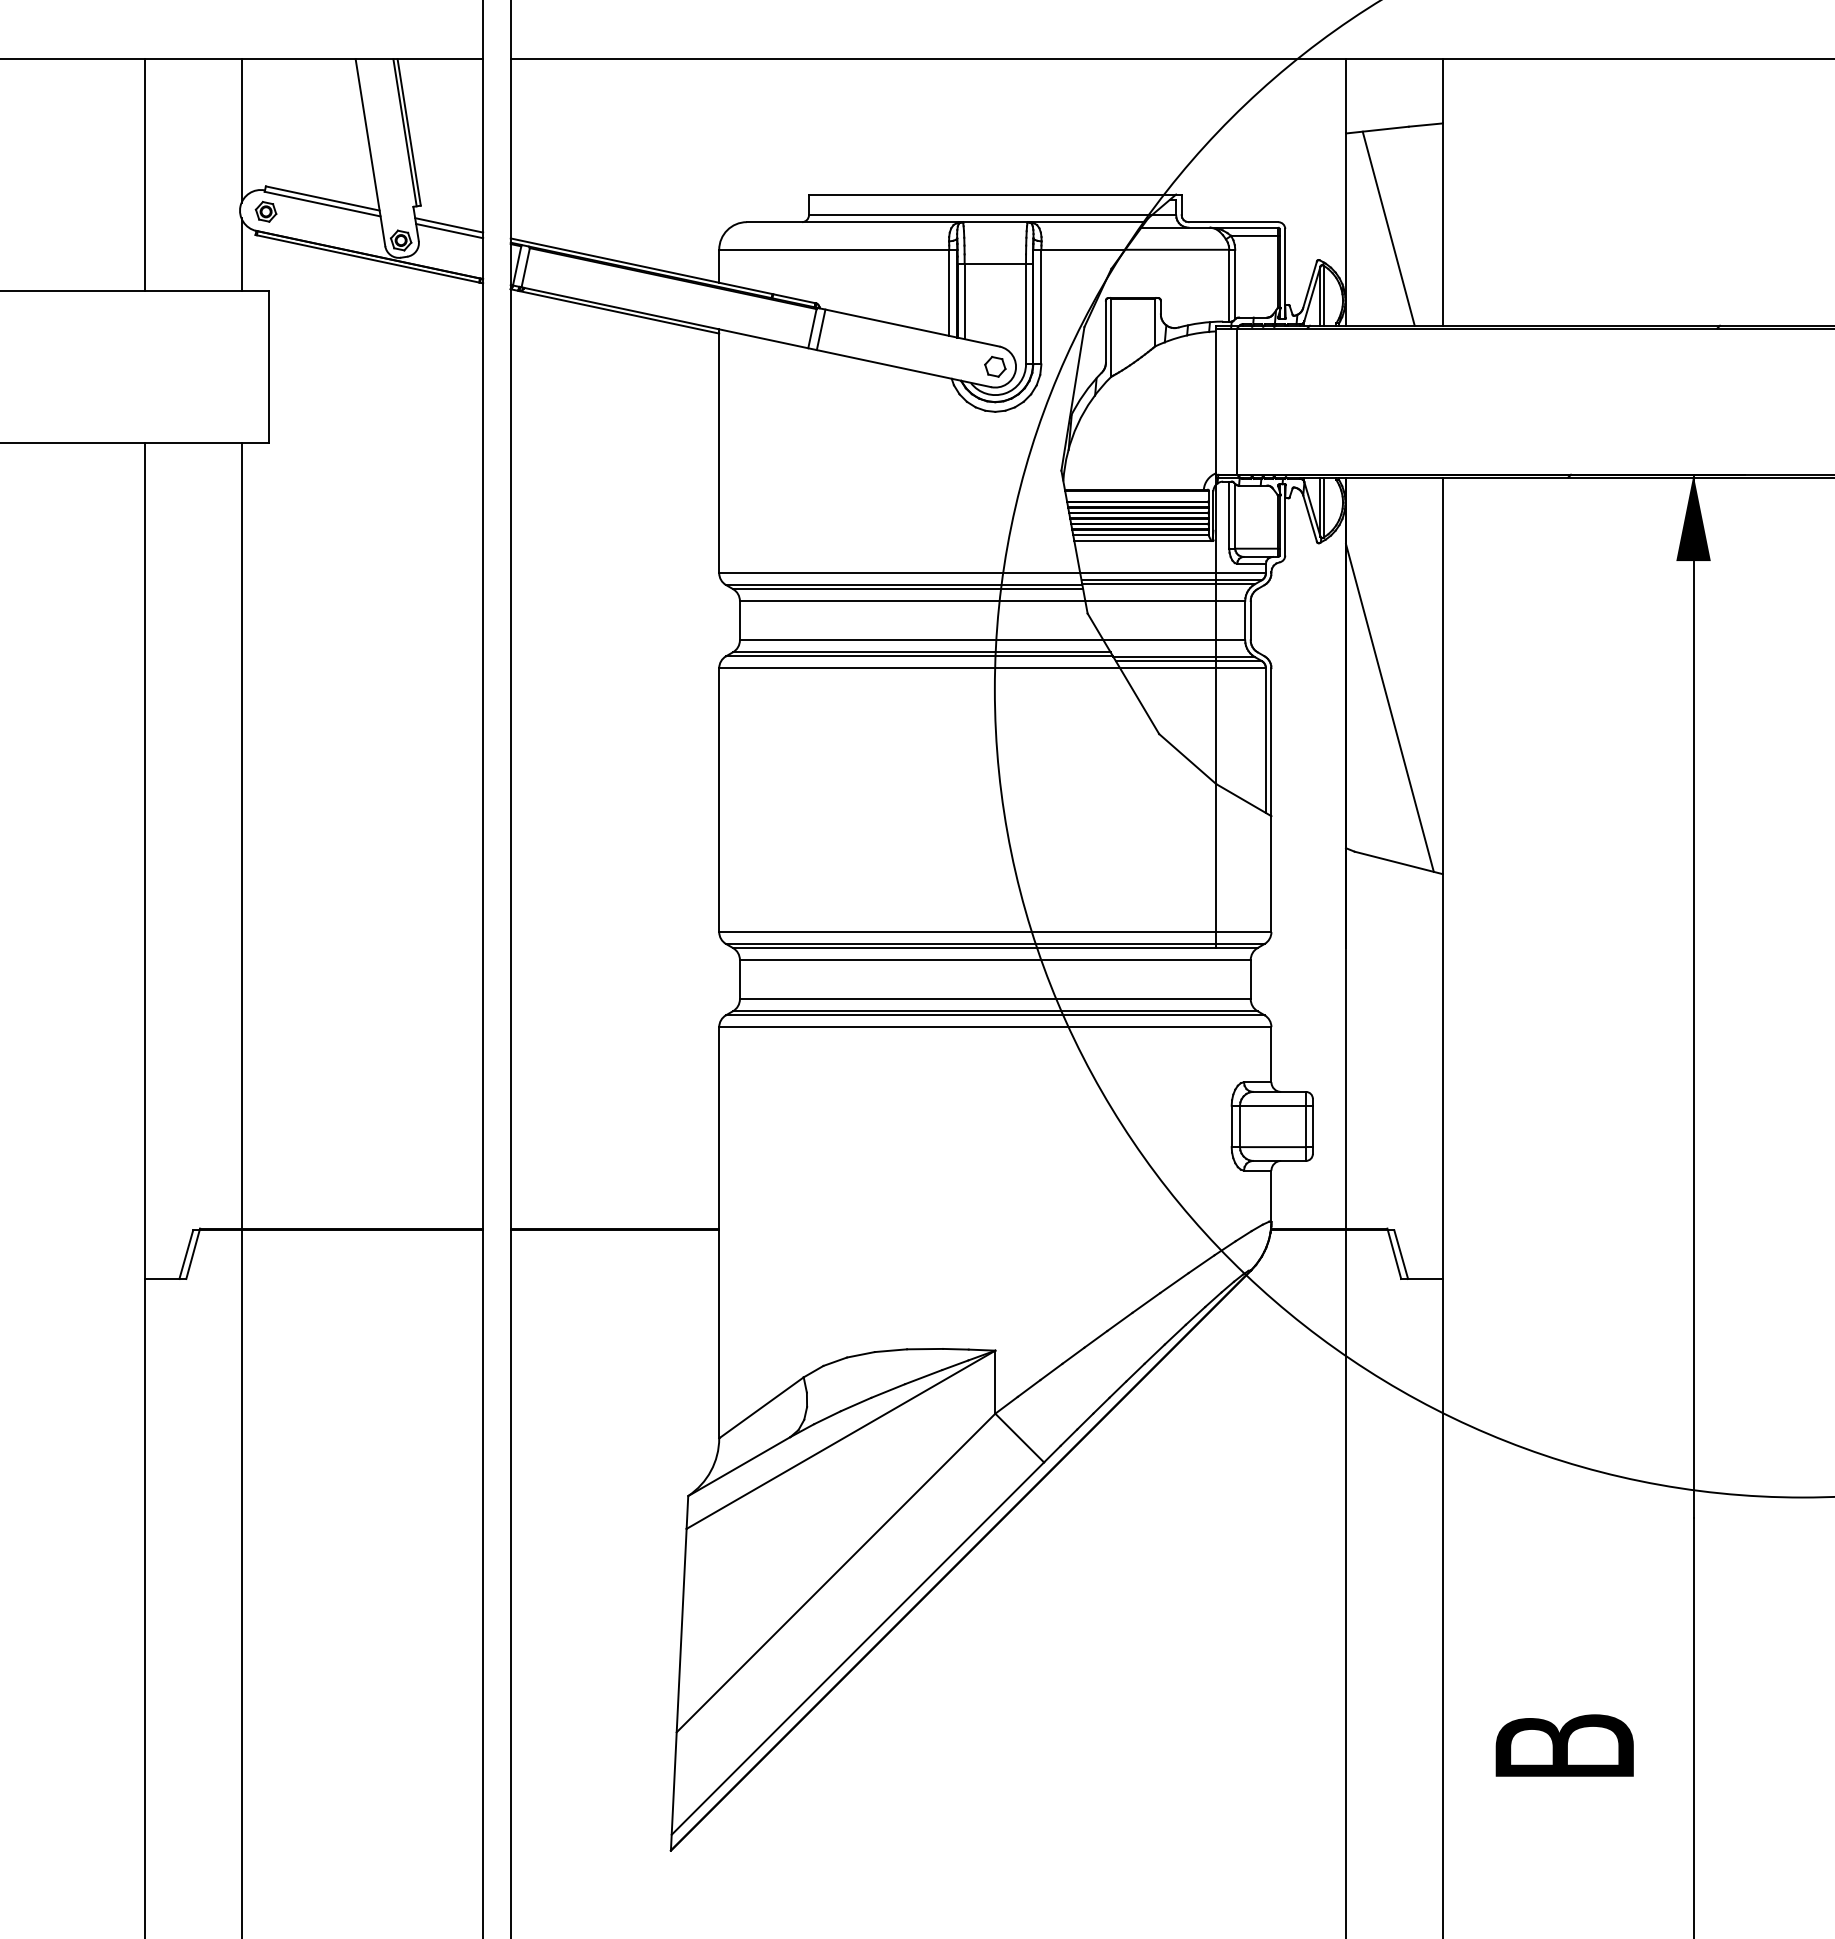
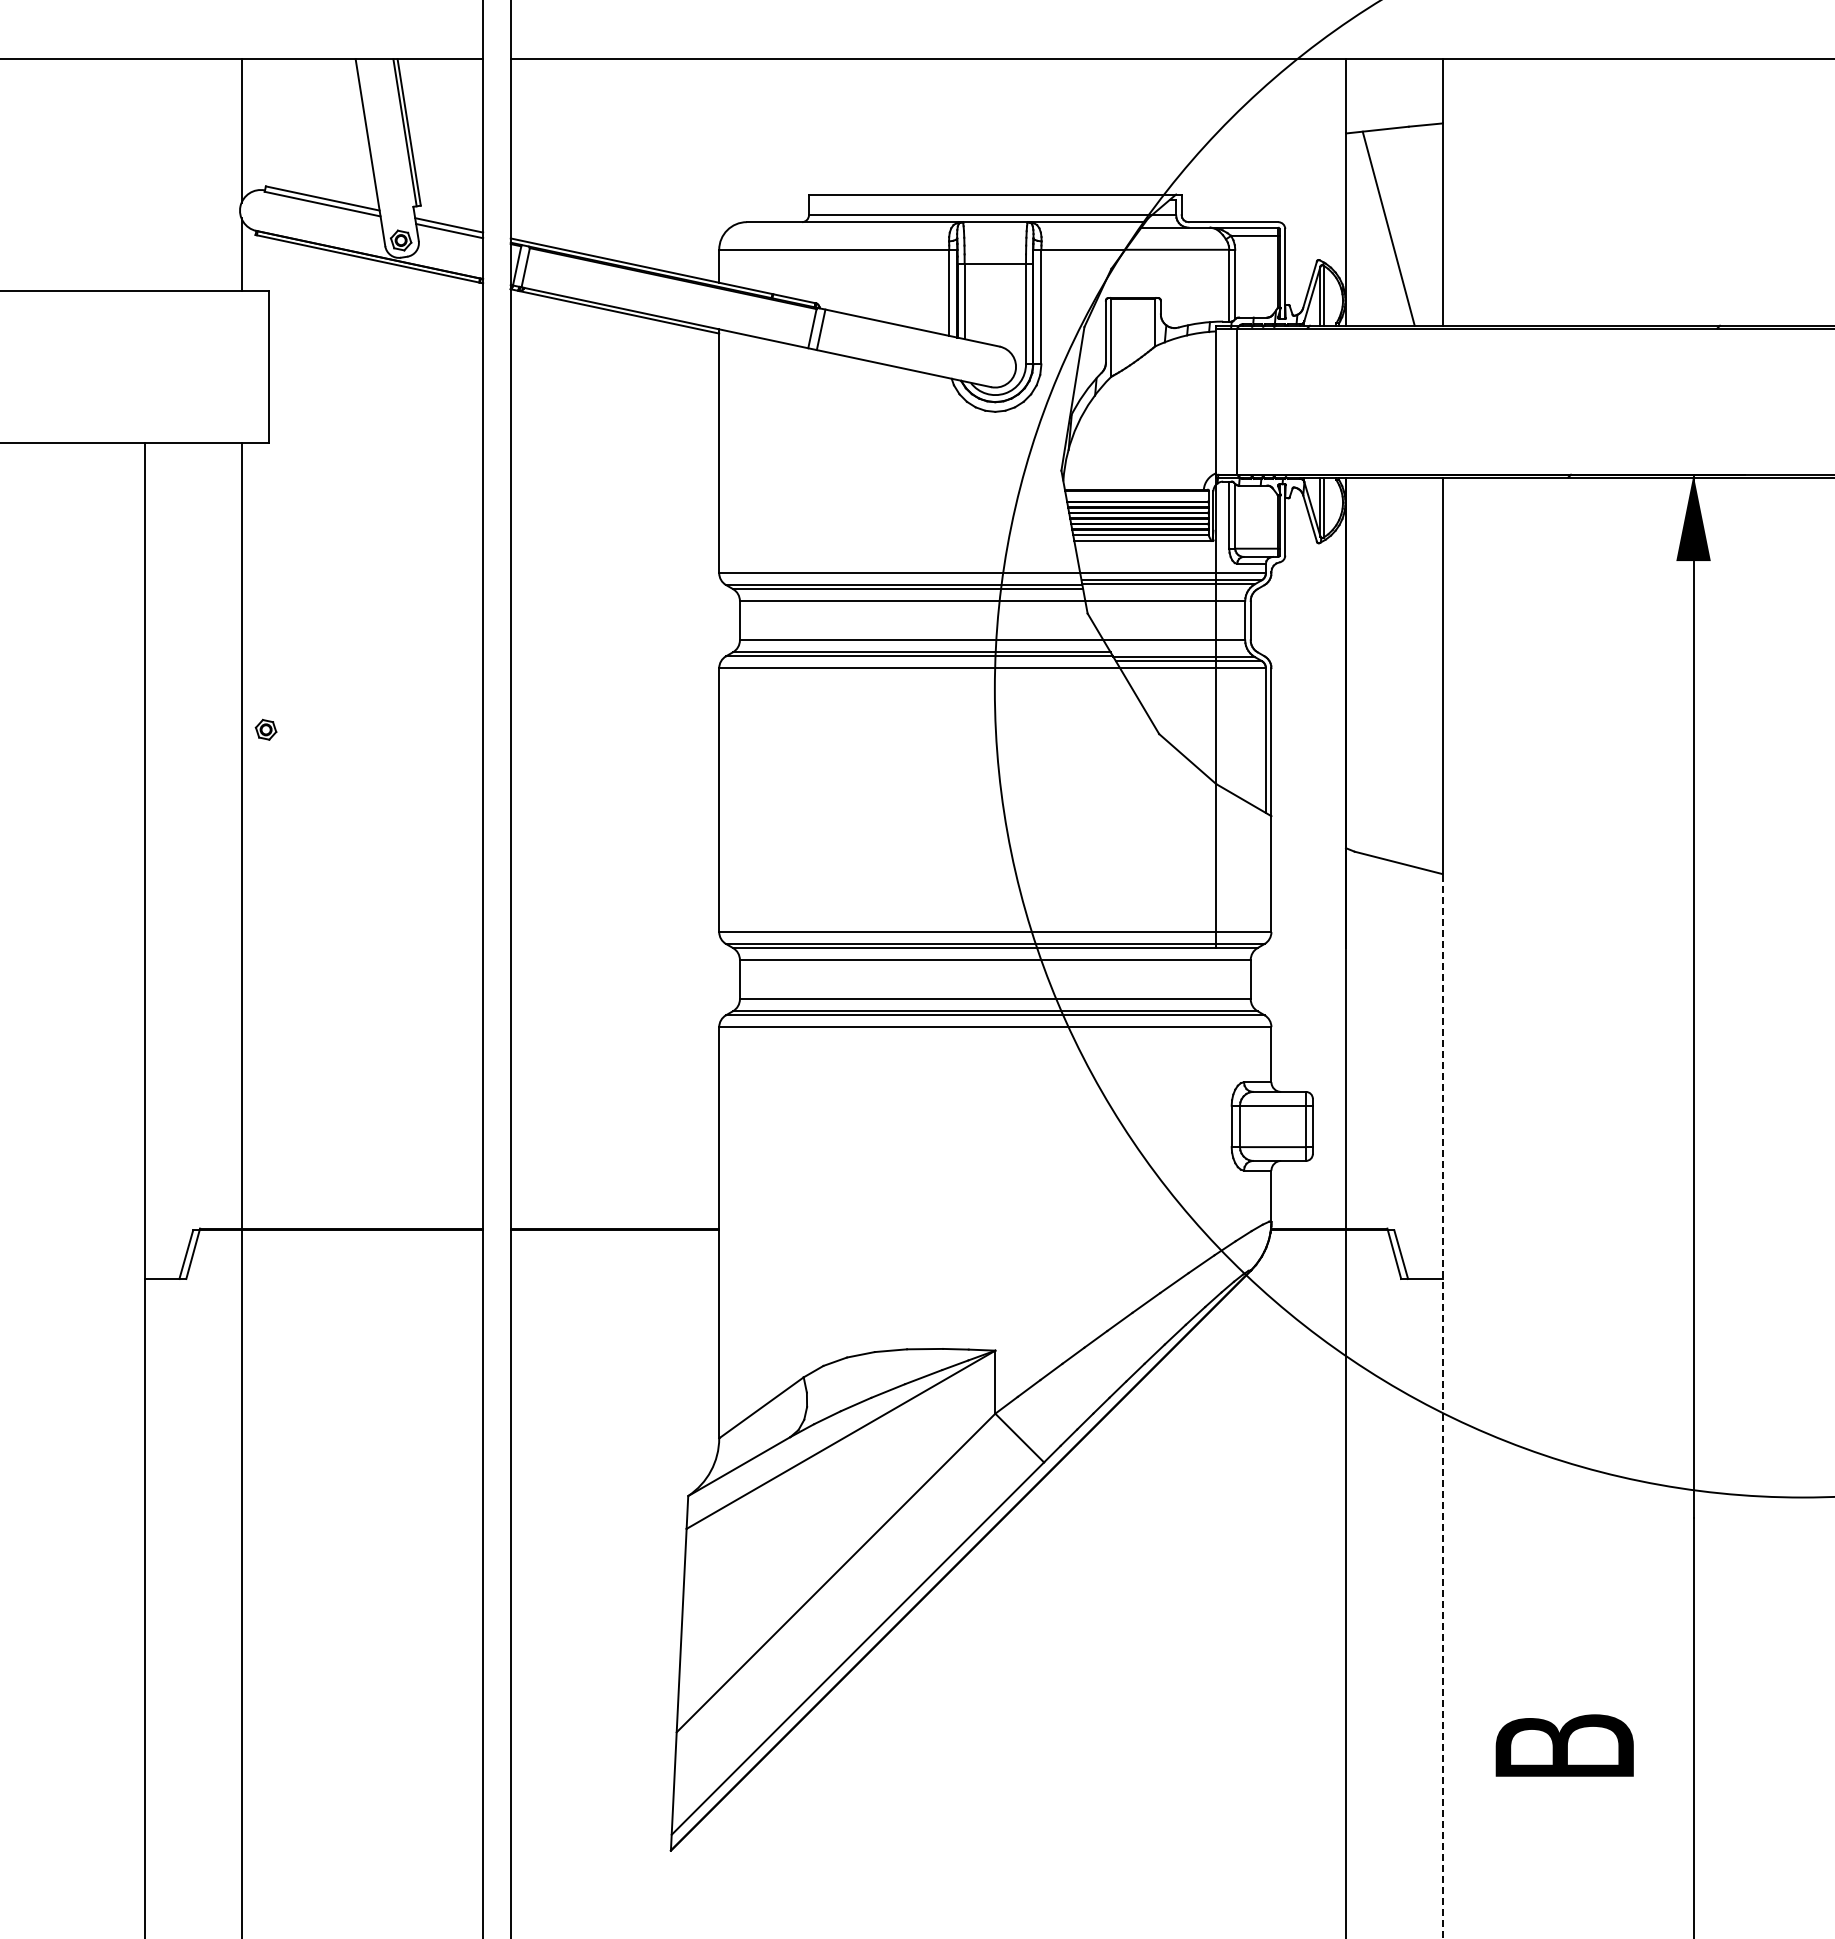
line at (144, 175): present -> none
part at (265, 211) position: (265, 211) -> (265, 729)
part at (995, 366): present -> none
line at (1389, 707): present -> none
line at (1442, 1405): solid -> dashed
